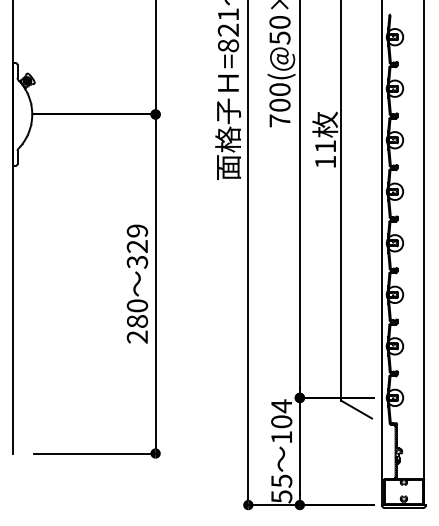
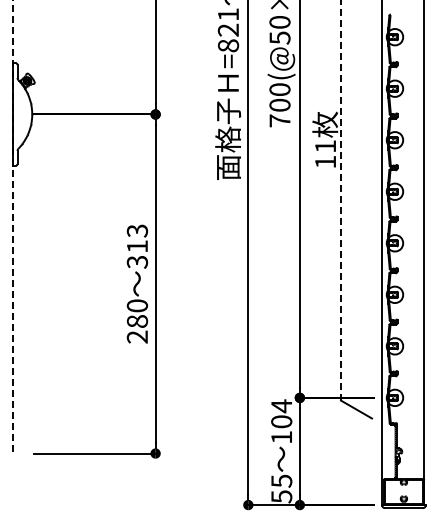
line at (341, 200): solid -> dashed
line at (13, 226): solid -> dashed
text at (136, 238): 329 -> 313
